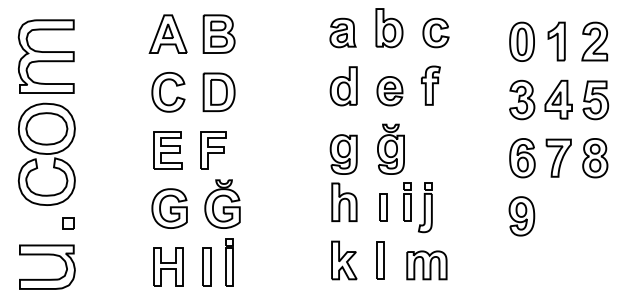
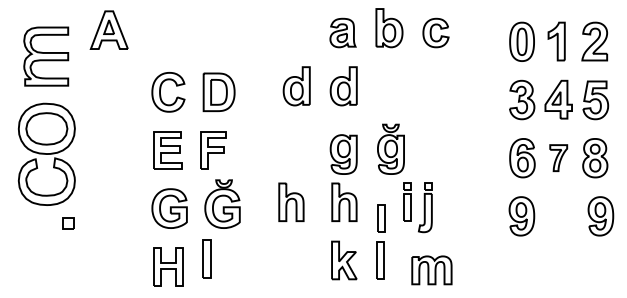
part at (167, 33) position: (167, 33) -> (108, 29)
part at (218, 33): present -> none
part at (45, 56) size: 58x75 px -> 47x61 px
part at (430, 85): present -> none
part at (296, 86): none -> present
part at (389, 91): present -> none
part at (558, 157) size: 27x40 px -> 20x28 px
part at (291, 201): none -> present
part at (383, 207) position: (383, 207) -> (381, 218)
part at (600, 216): none -> present
part at (47, 255): present -> none
part at (229, 262): present -> none
part at (426, 265) position: (426, 265) -> (431, 270)
part at (206, 266) position: (206, 266) -> (206, 258)
